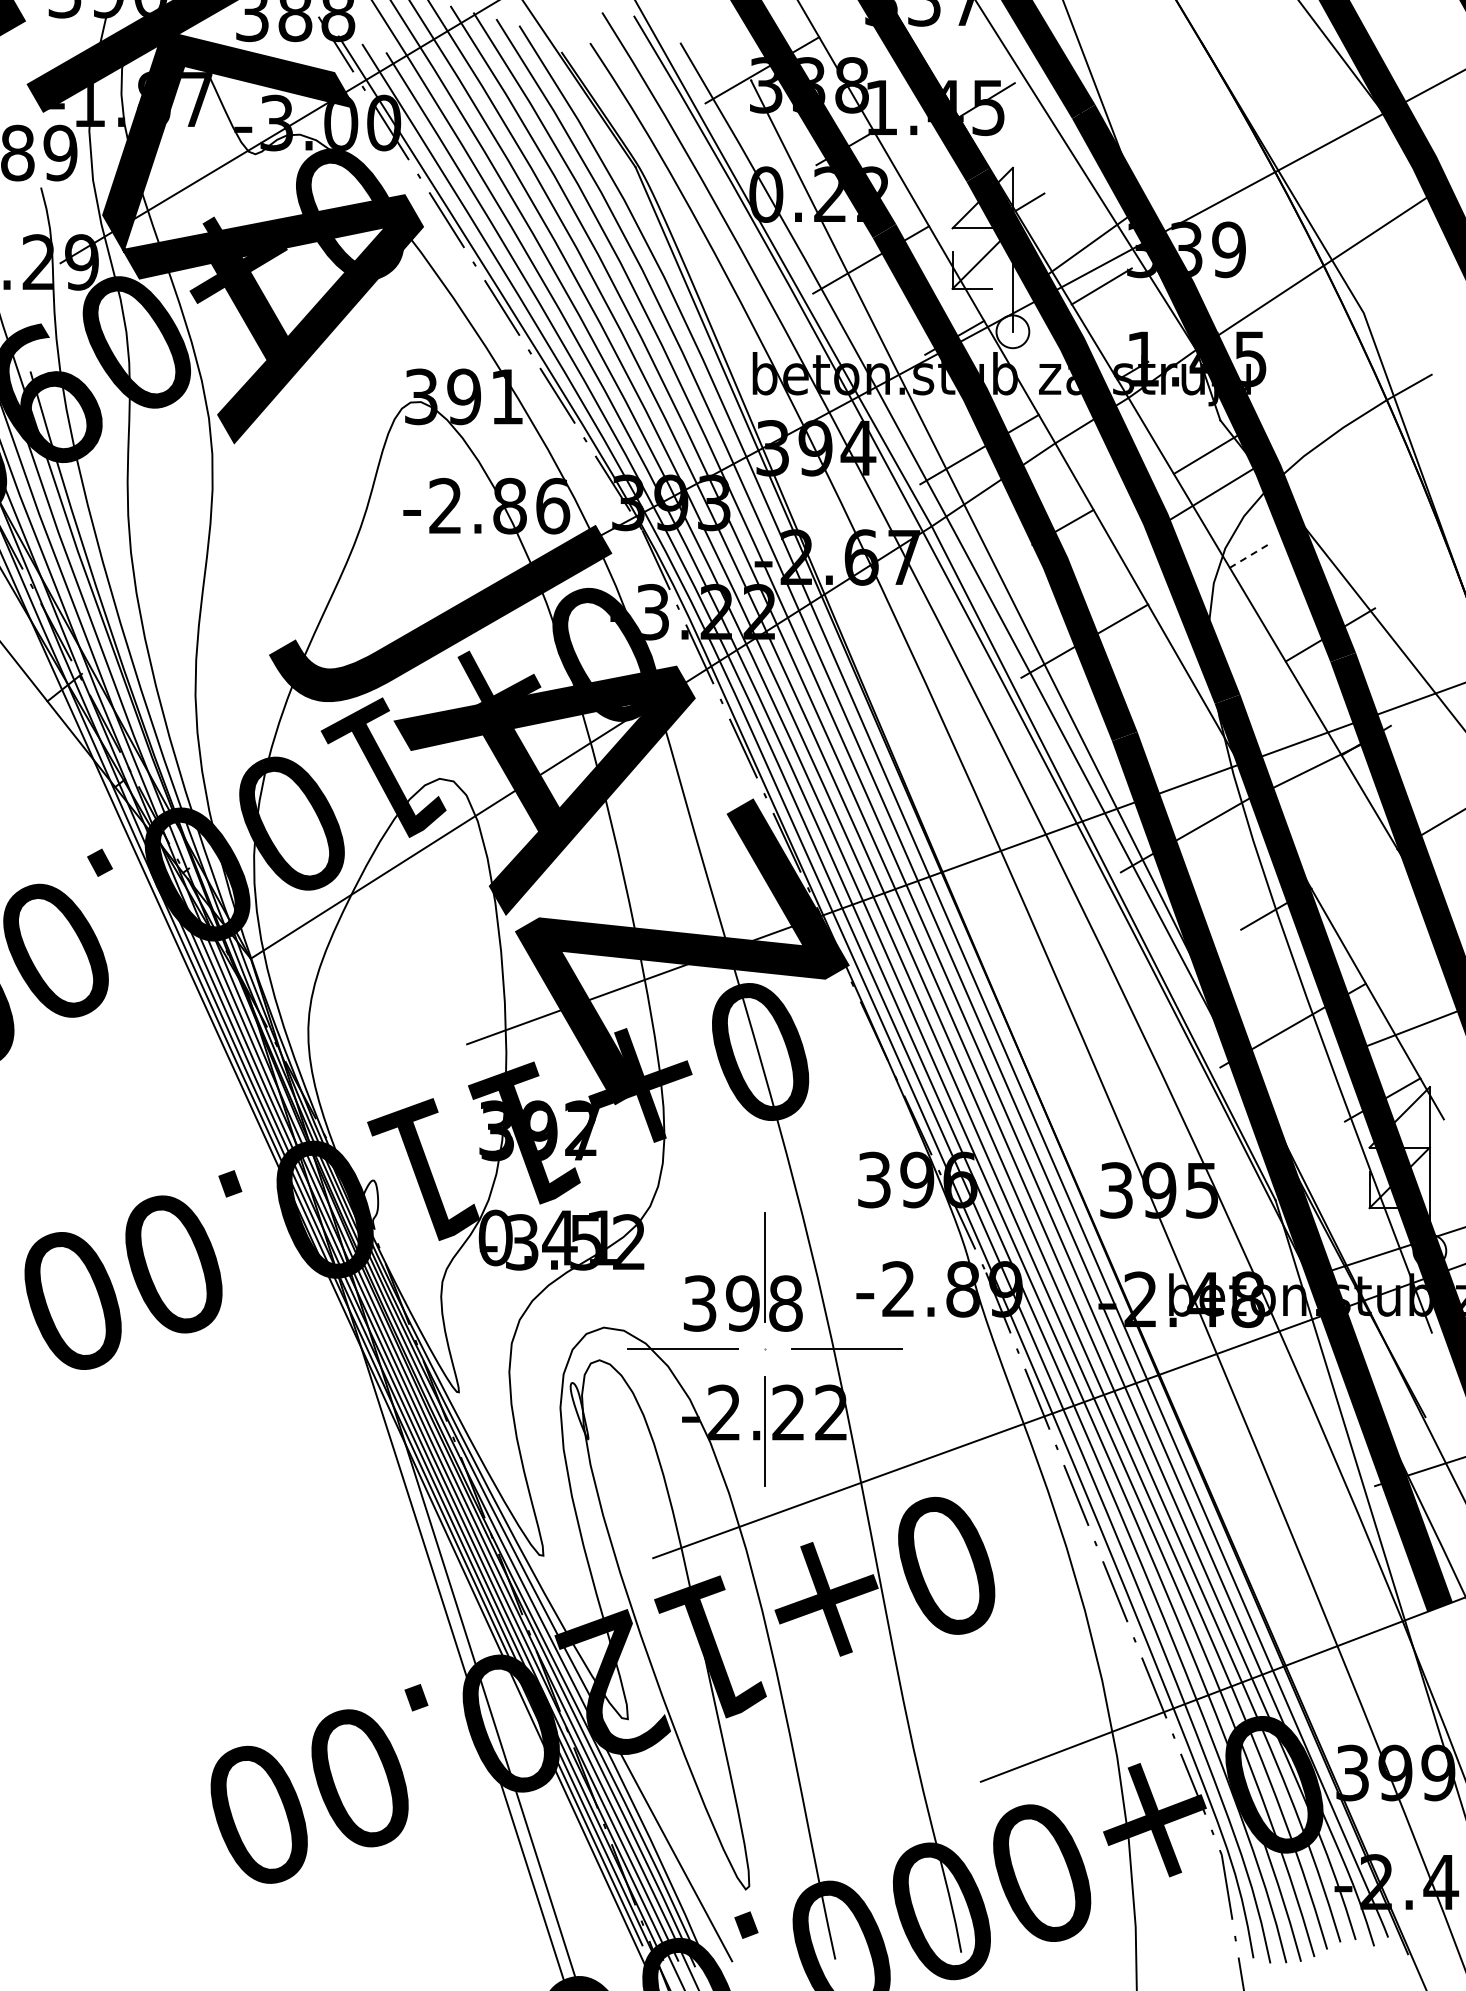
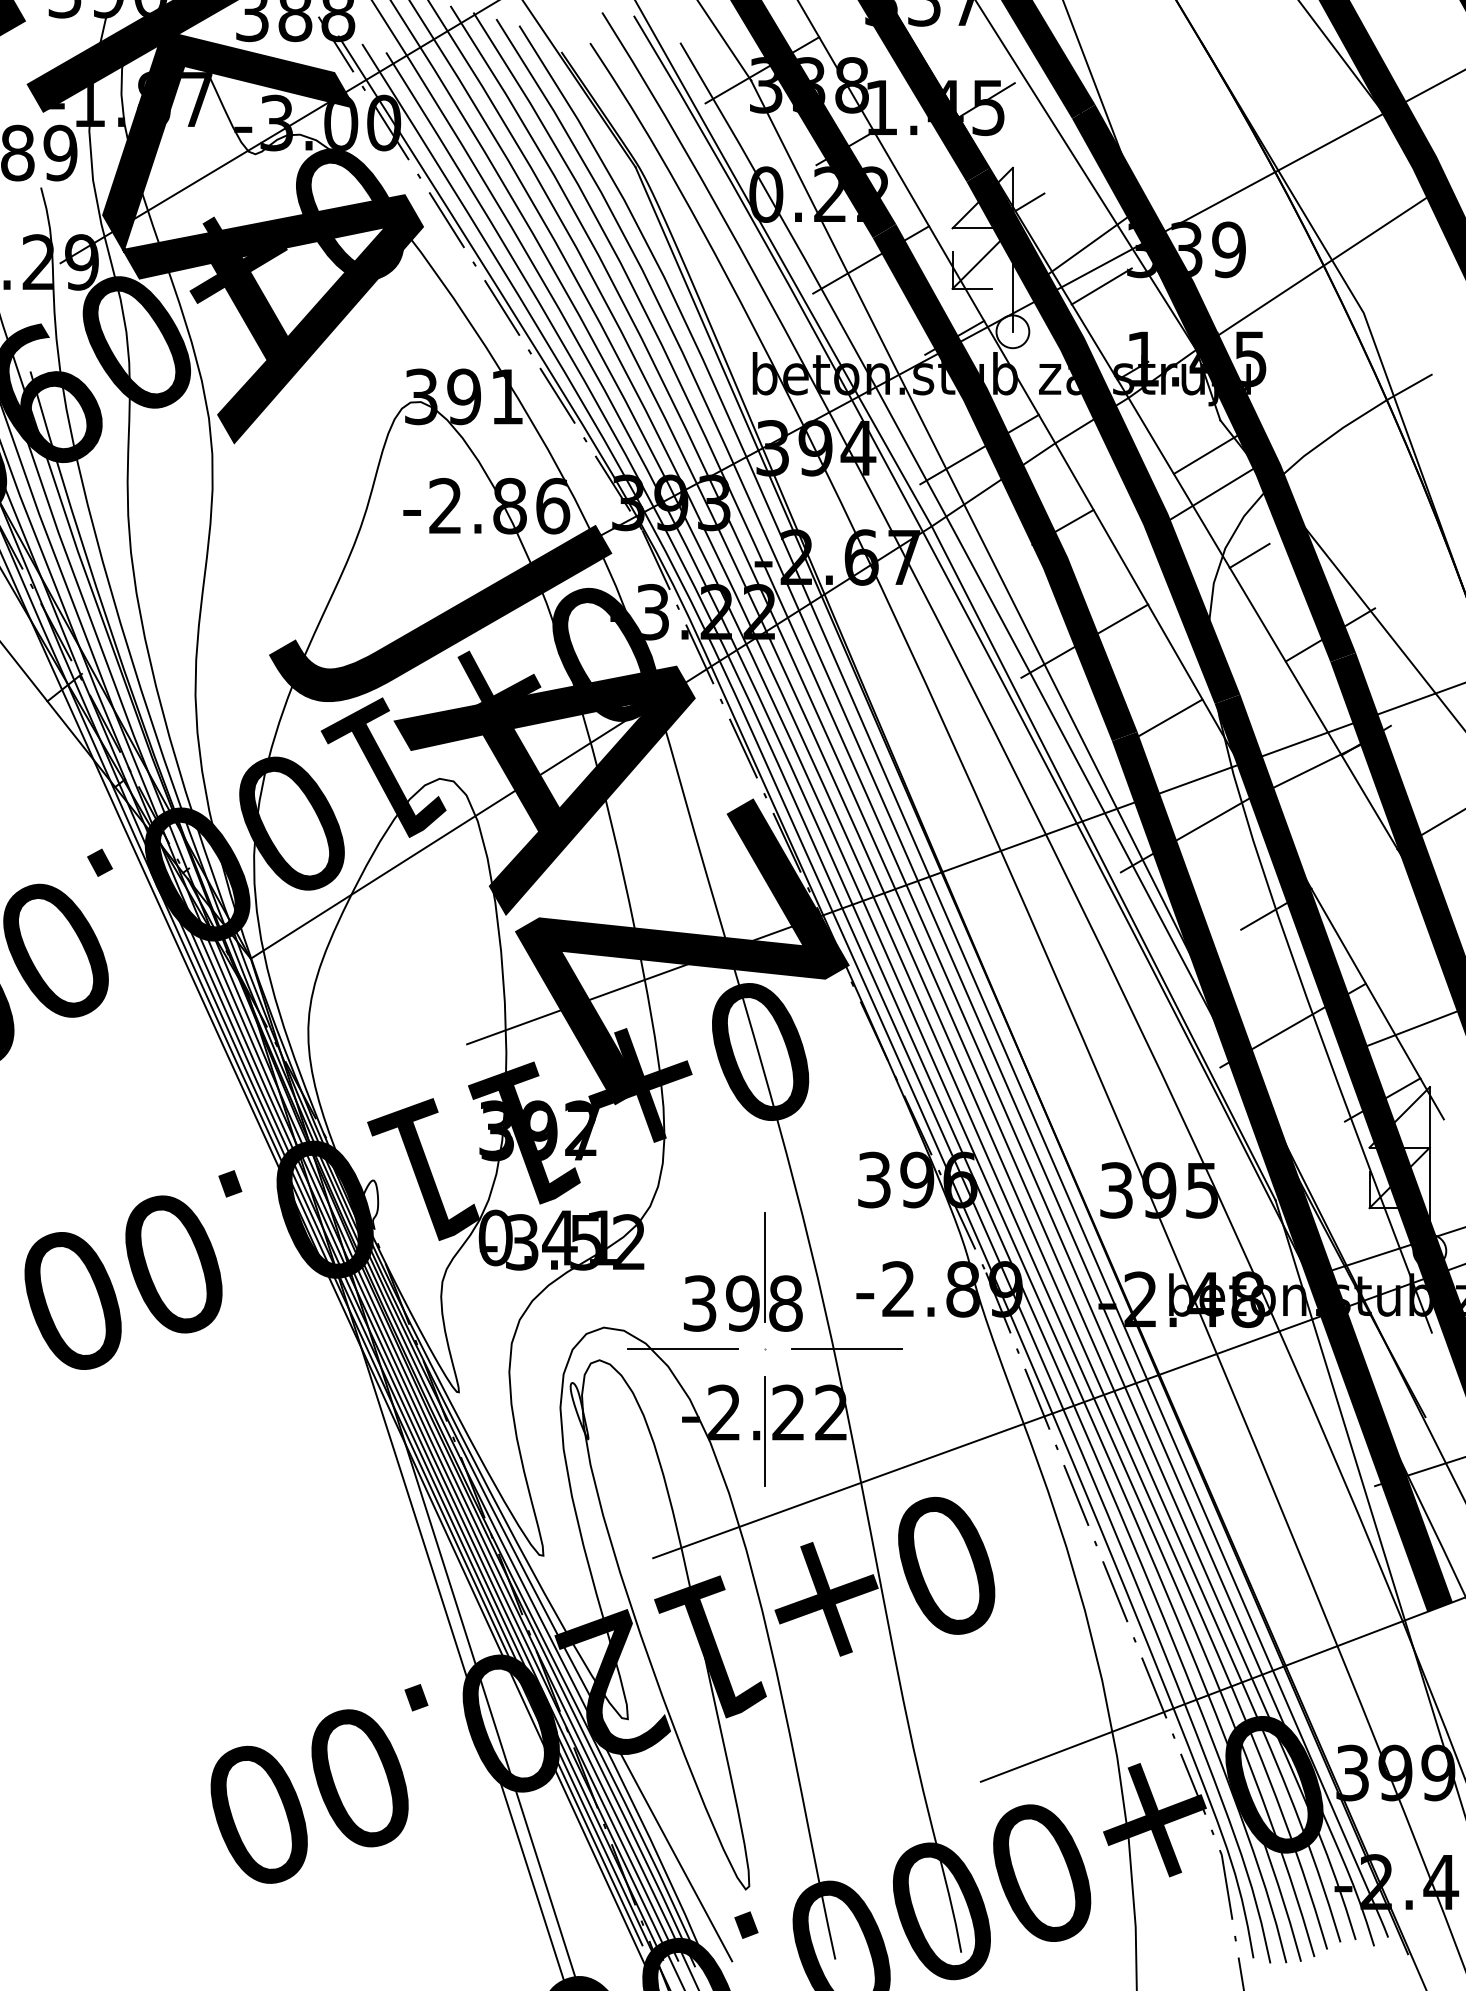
line at (724, 41): none -> present
line at (1250, 555): dashed -> solid
line at (1169, 718): none -> present
